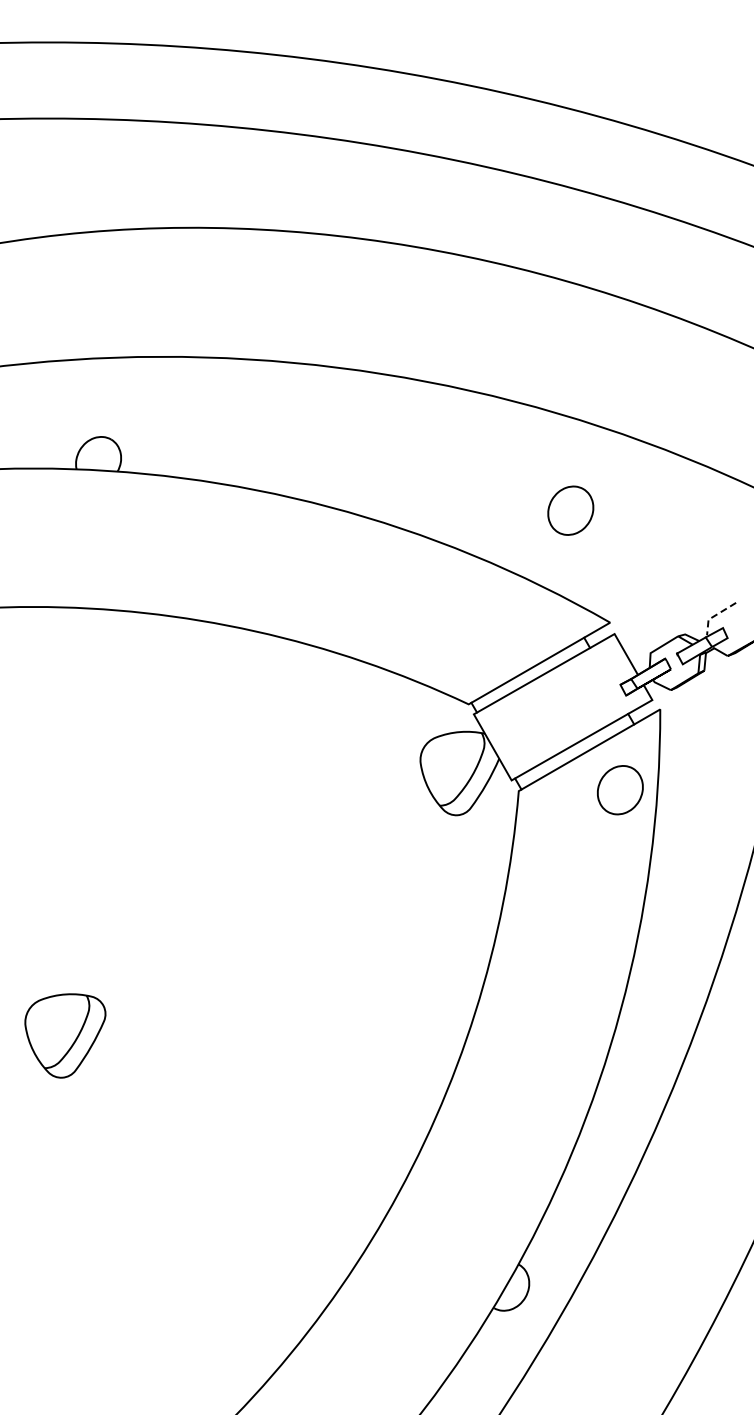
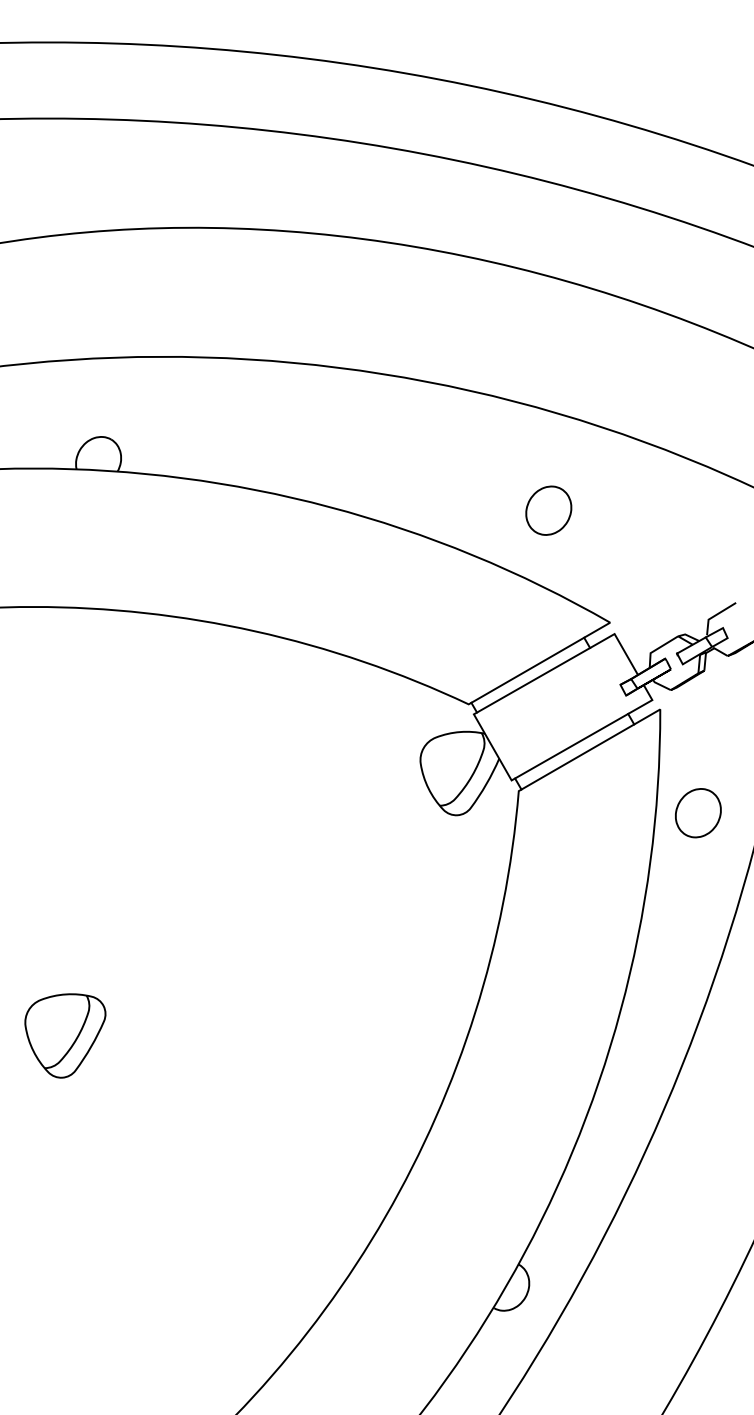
part at (570, 510) position: (570, 510) -> (548, 510)
line at (715, 615): dashed -> solid
part at (620, 790) position: (620, 790) -> (698, 813)
